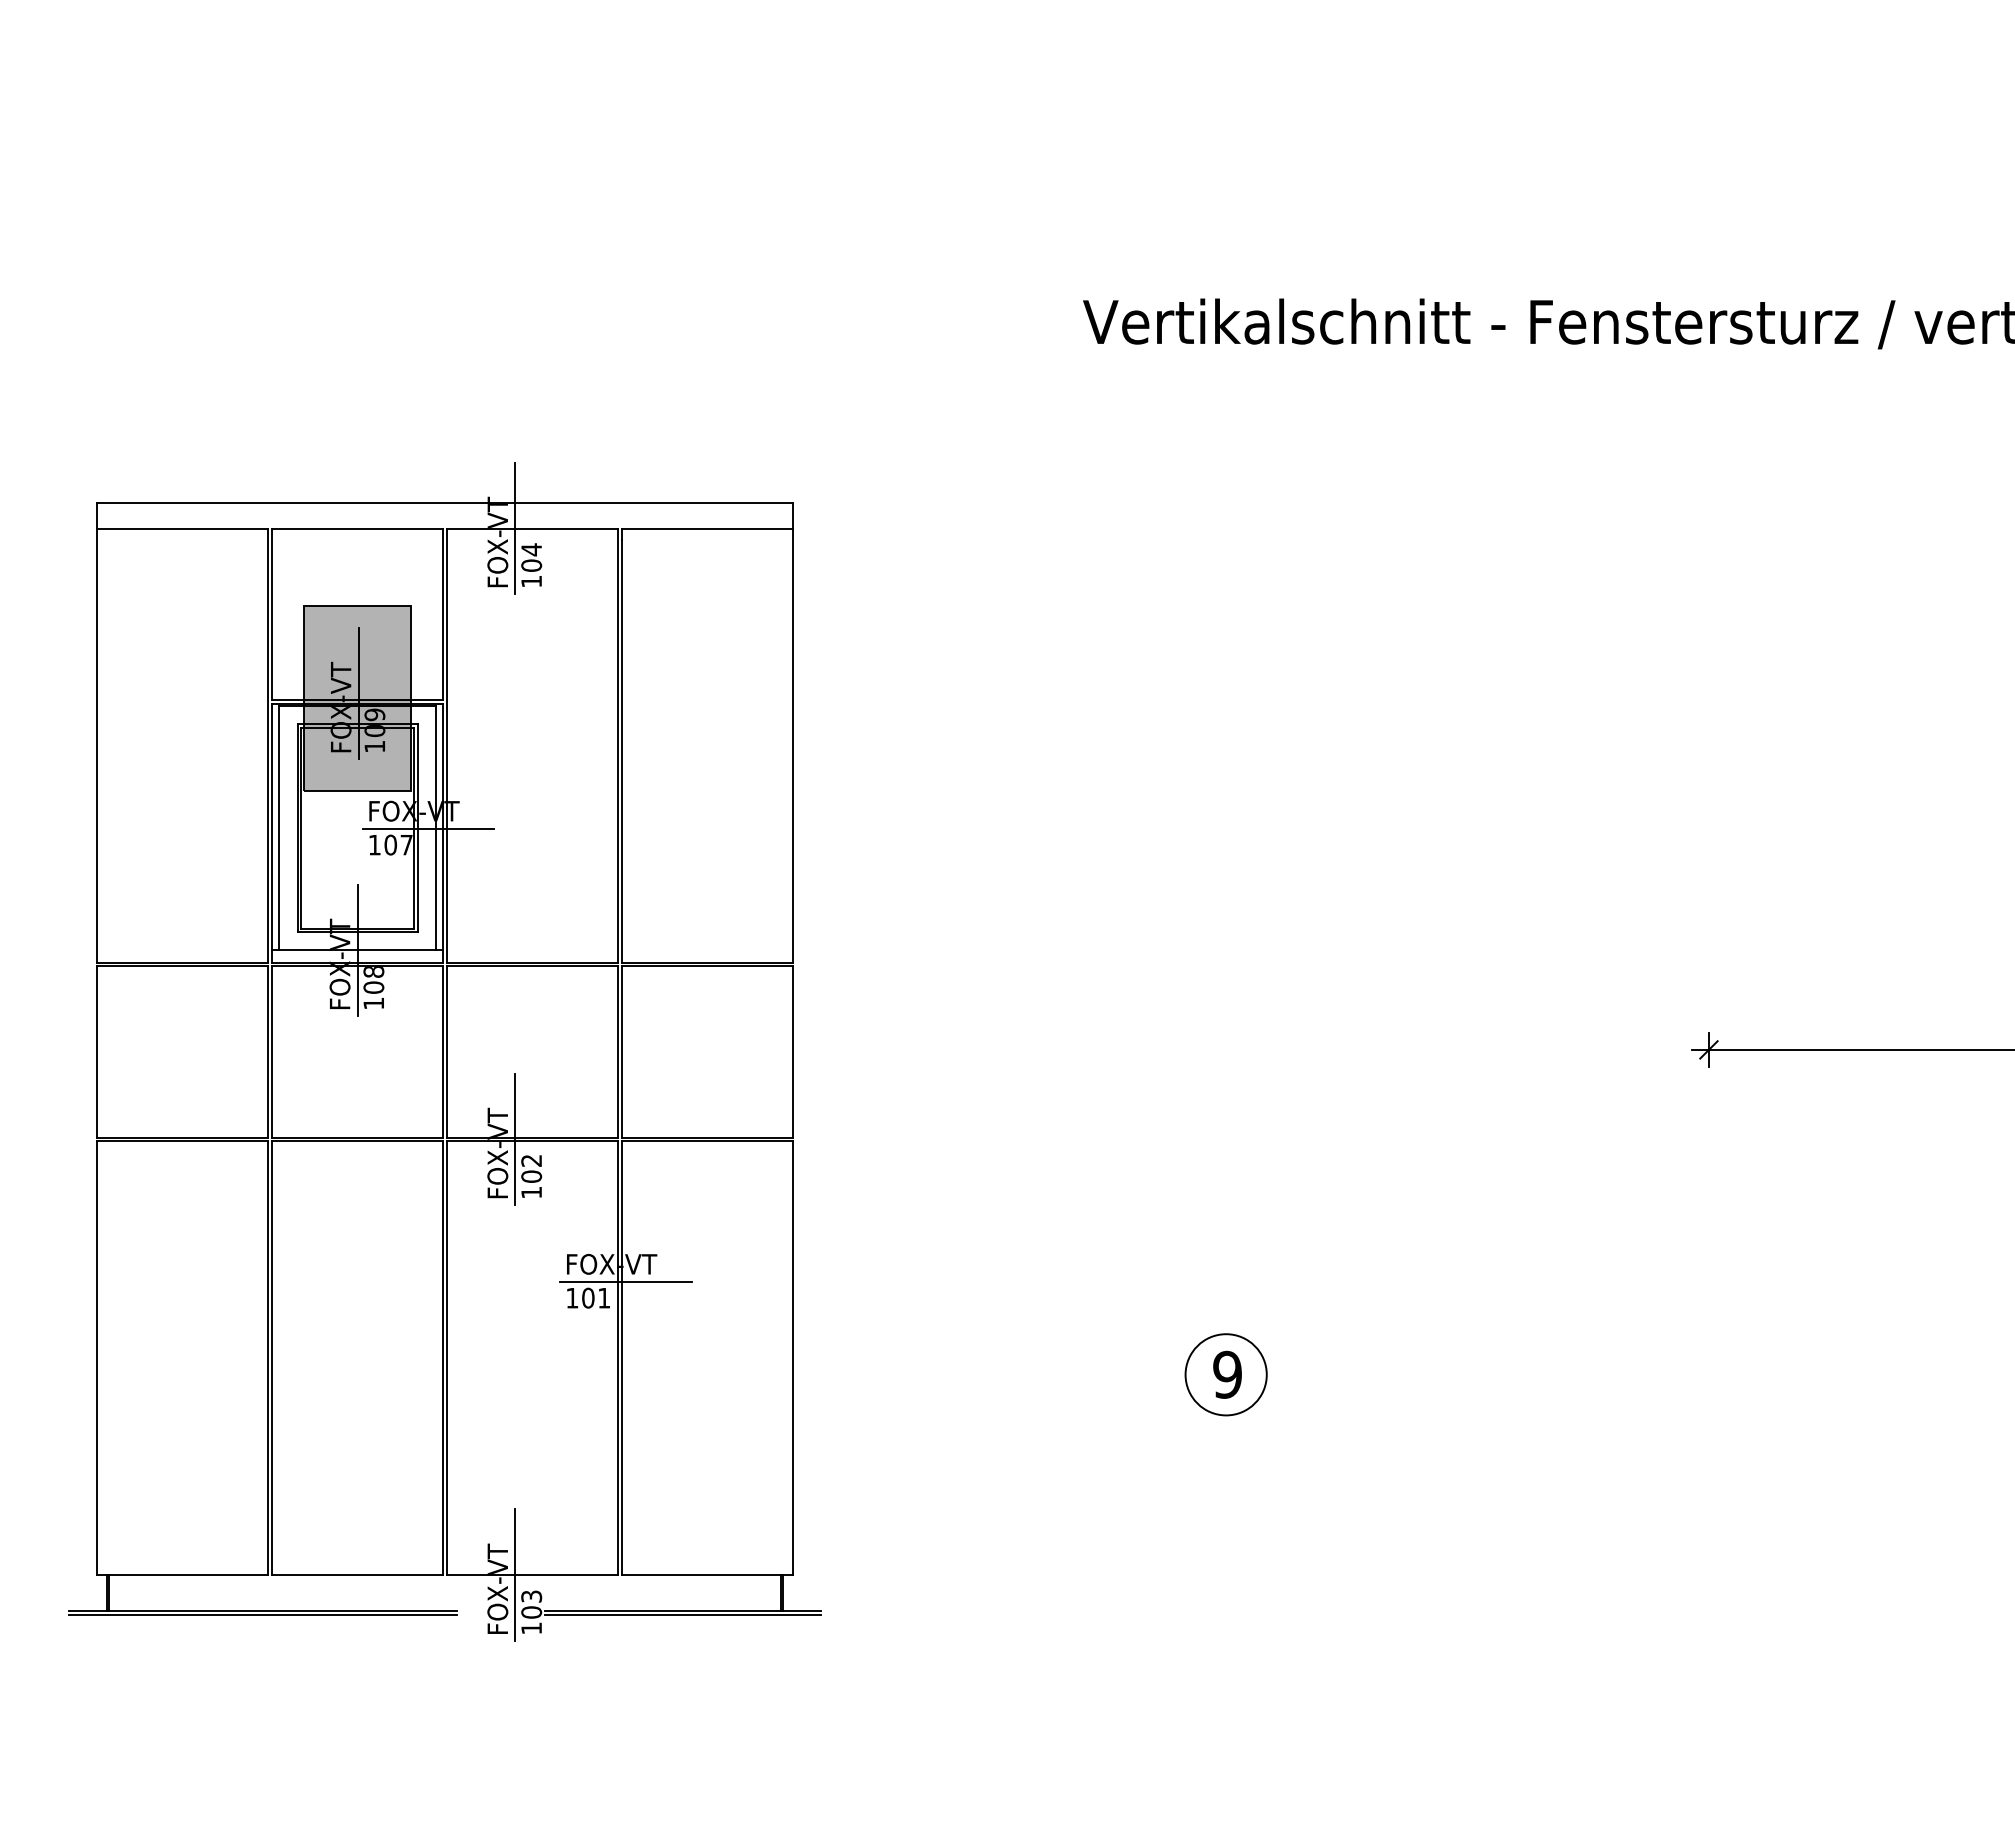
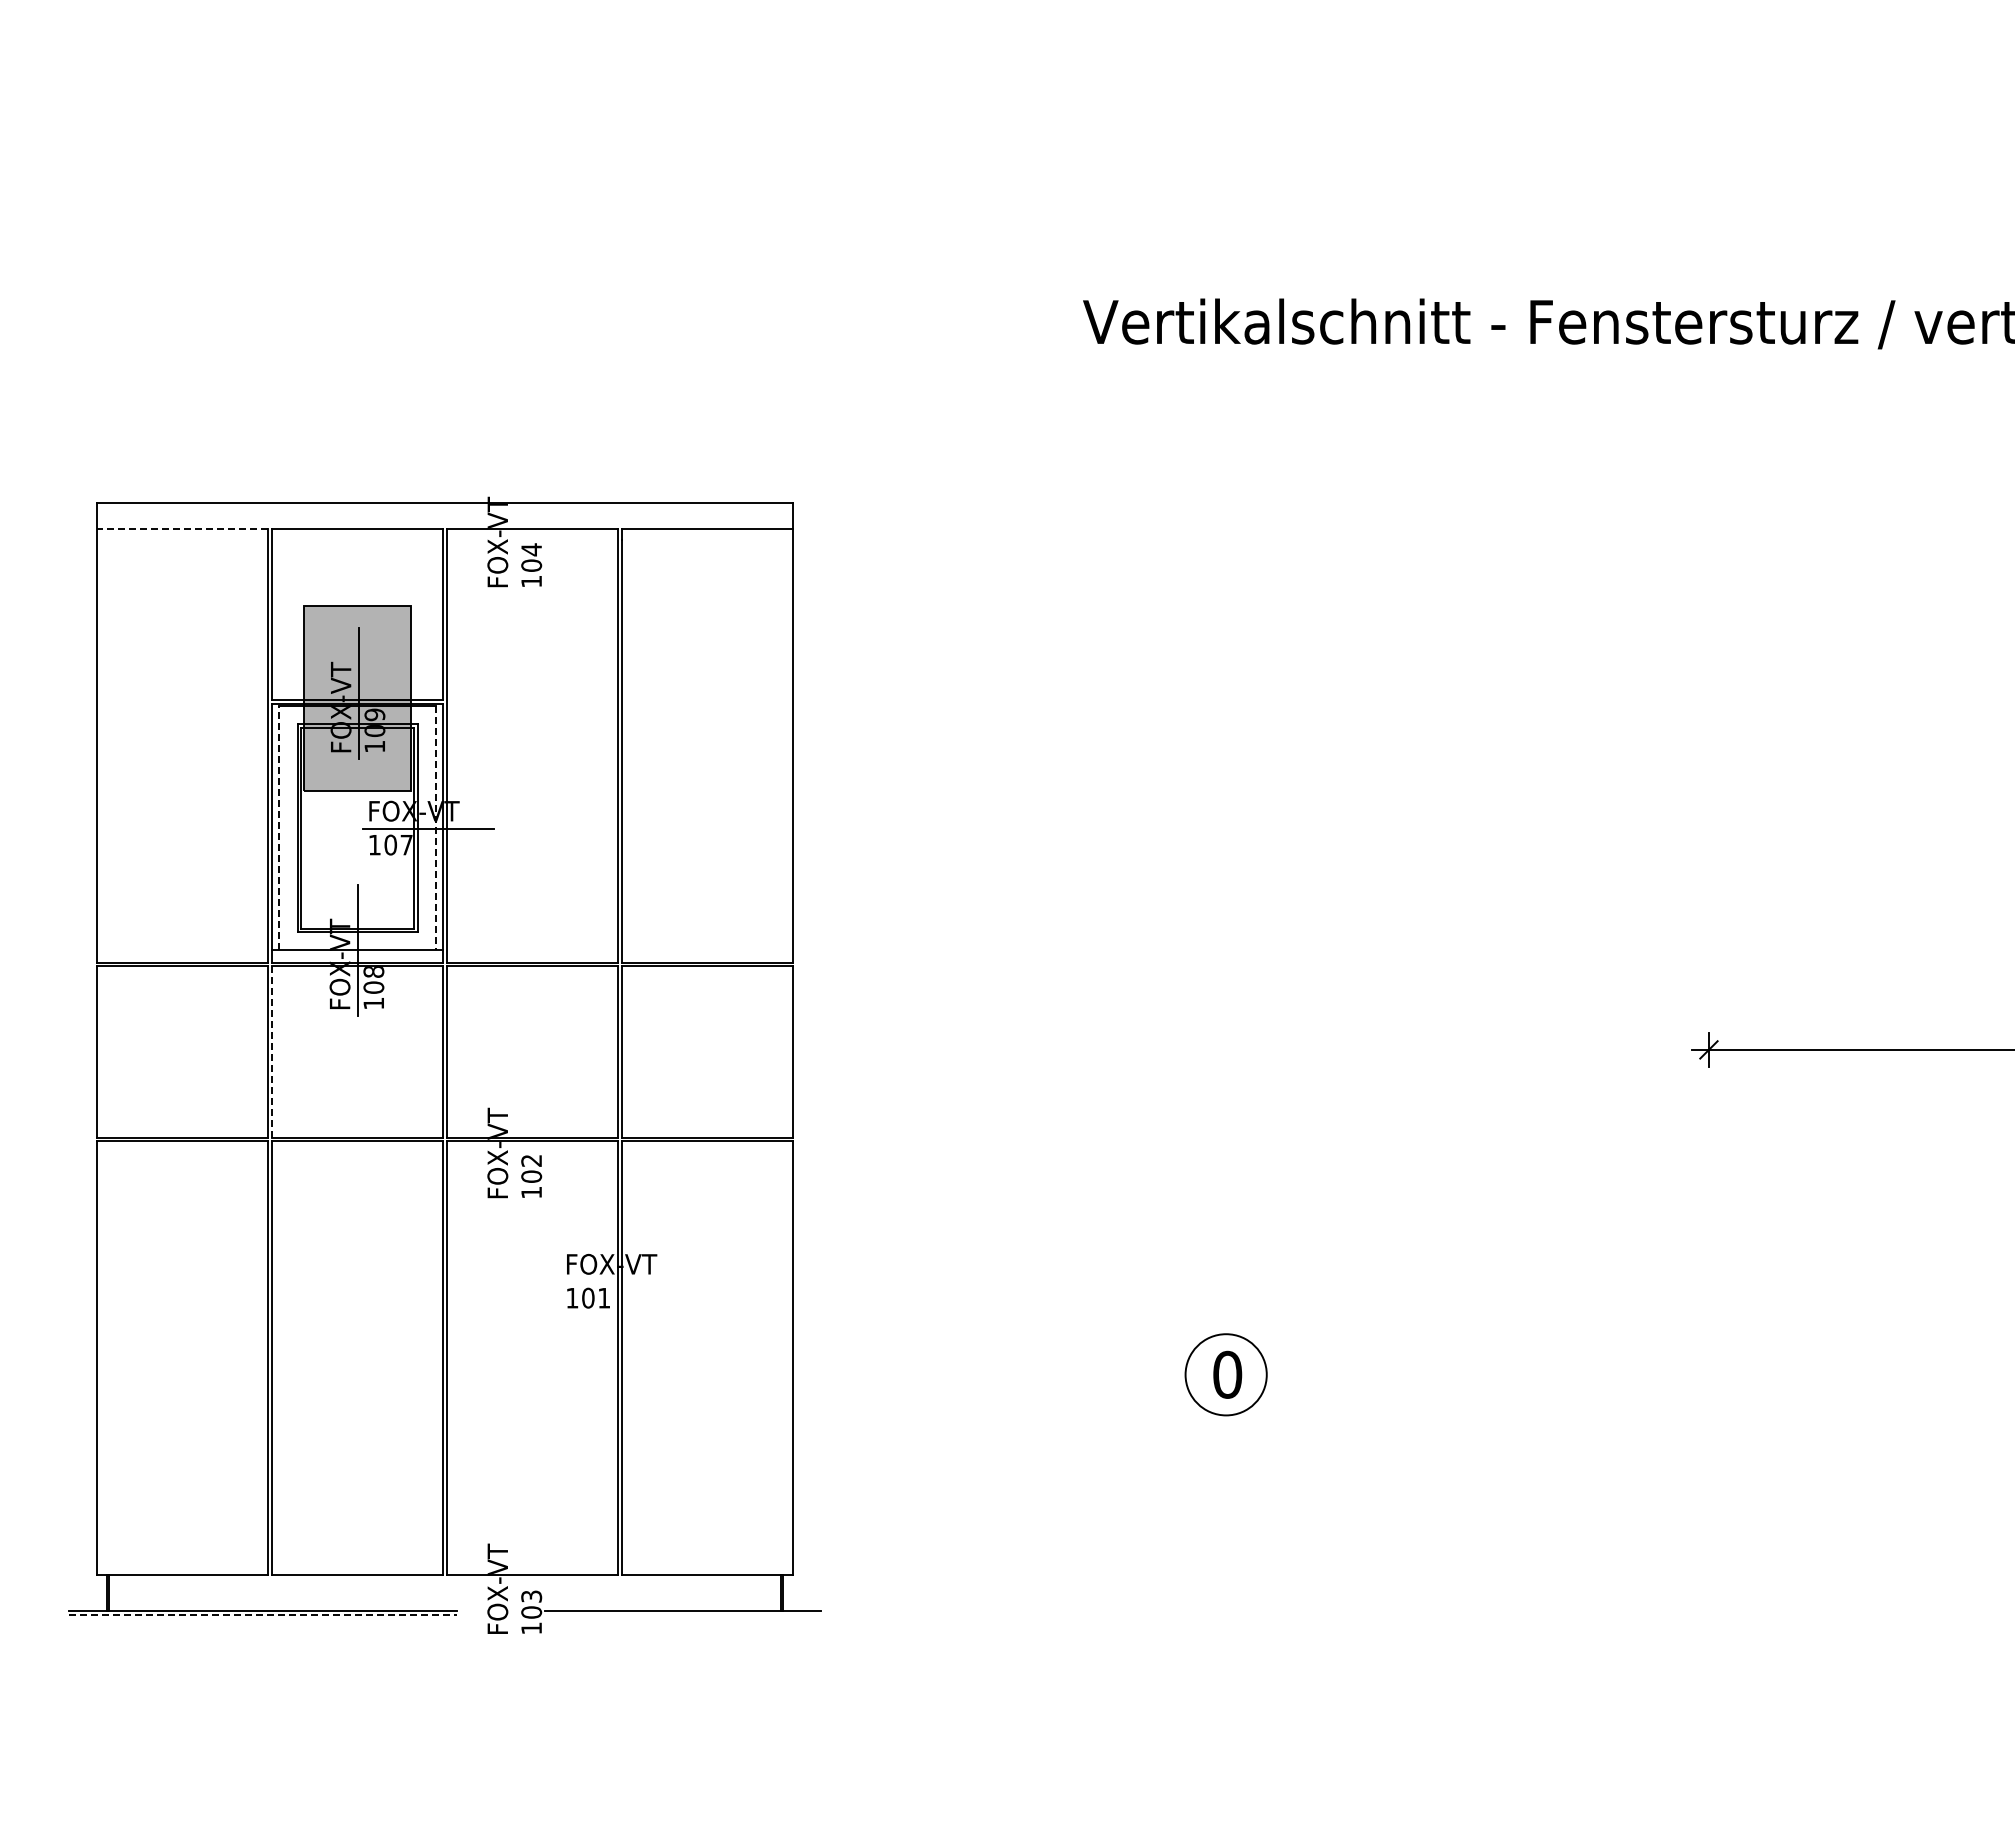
line at (515, 527): present -> none
line at (182, 529): solid -> dashed
line at (279, 827): solid -> dashed
line at (435, 828): solid -> dashed
line at (272, 1051): solid -> dashed
line at (515, 1138): present -> none
line at (625, 1281): present -> none
text at (1227, 1374): 9 -> 0
line at (515, 1574): present -> none
line at (262, 1615): solid -> dashed
line at (682, 1615): present -> none
